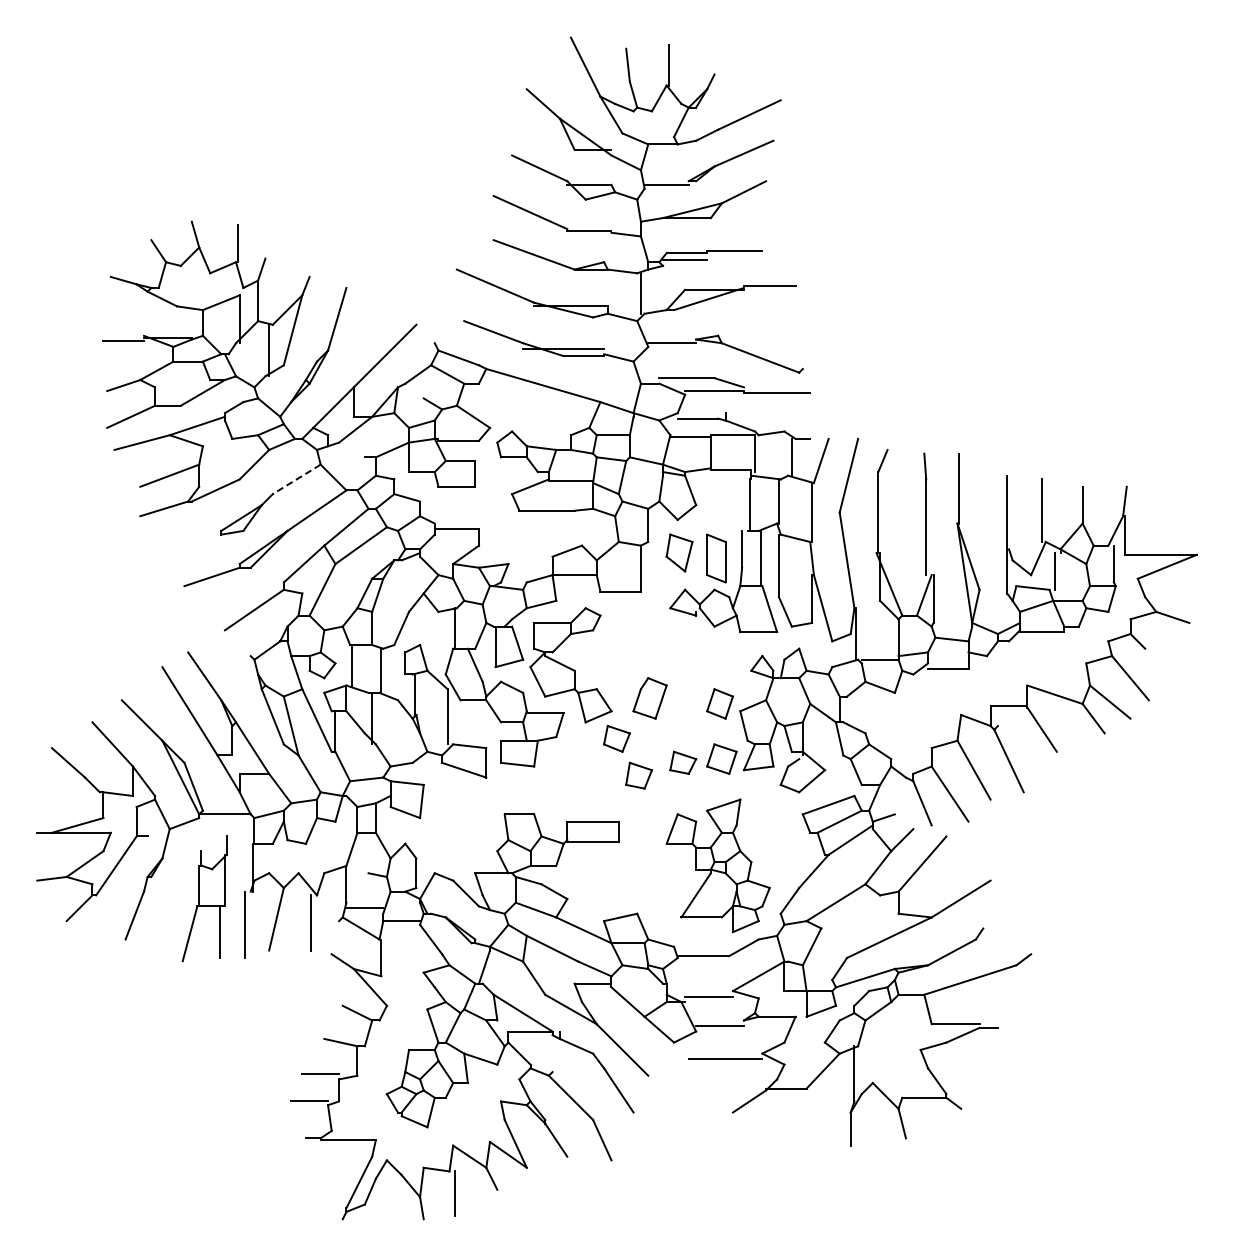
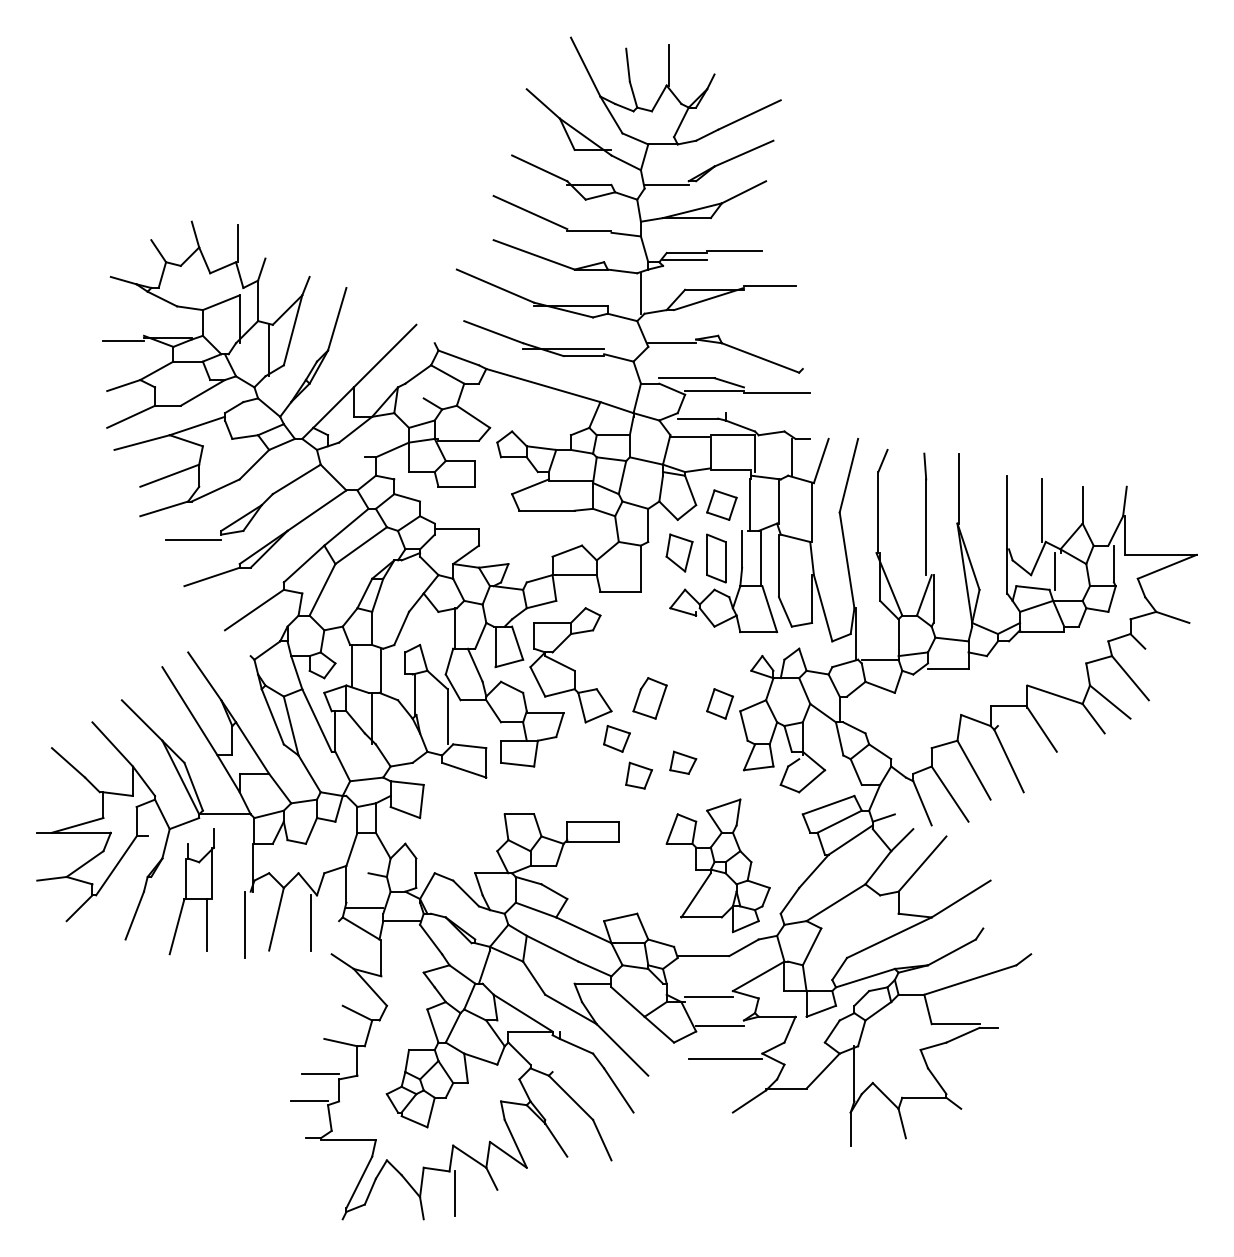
line at (296, 479): dashed -> solid
line at (193, 540): none -> present
part at (721, 758) position: (721, 758) -> (721, 504)
part at (204, 898) position: (204, 898) -> (191, 891)
